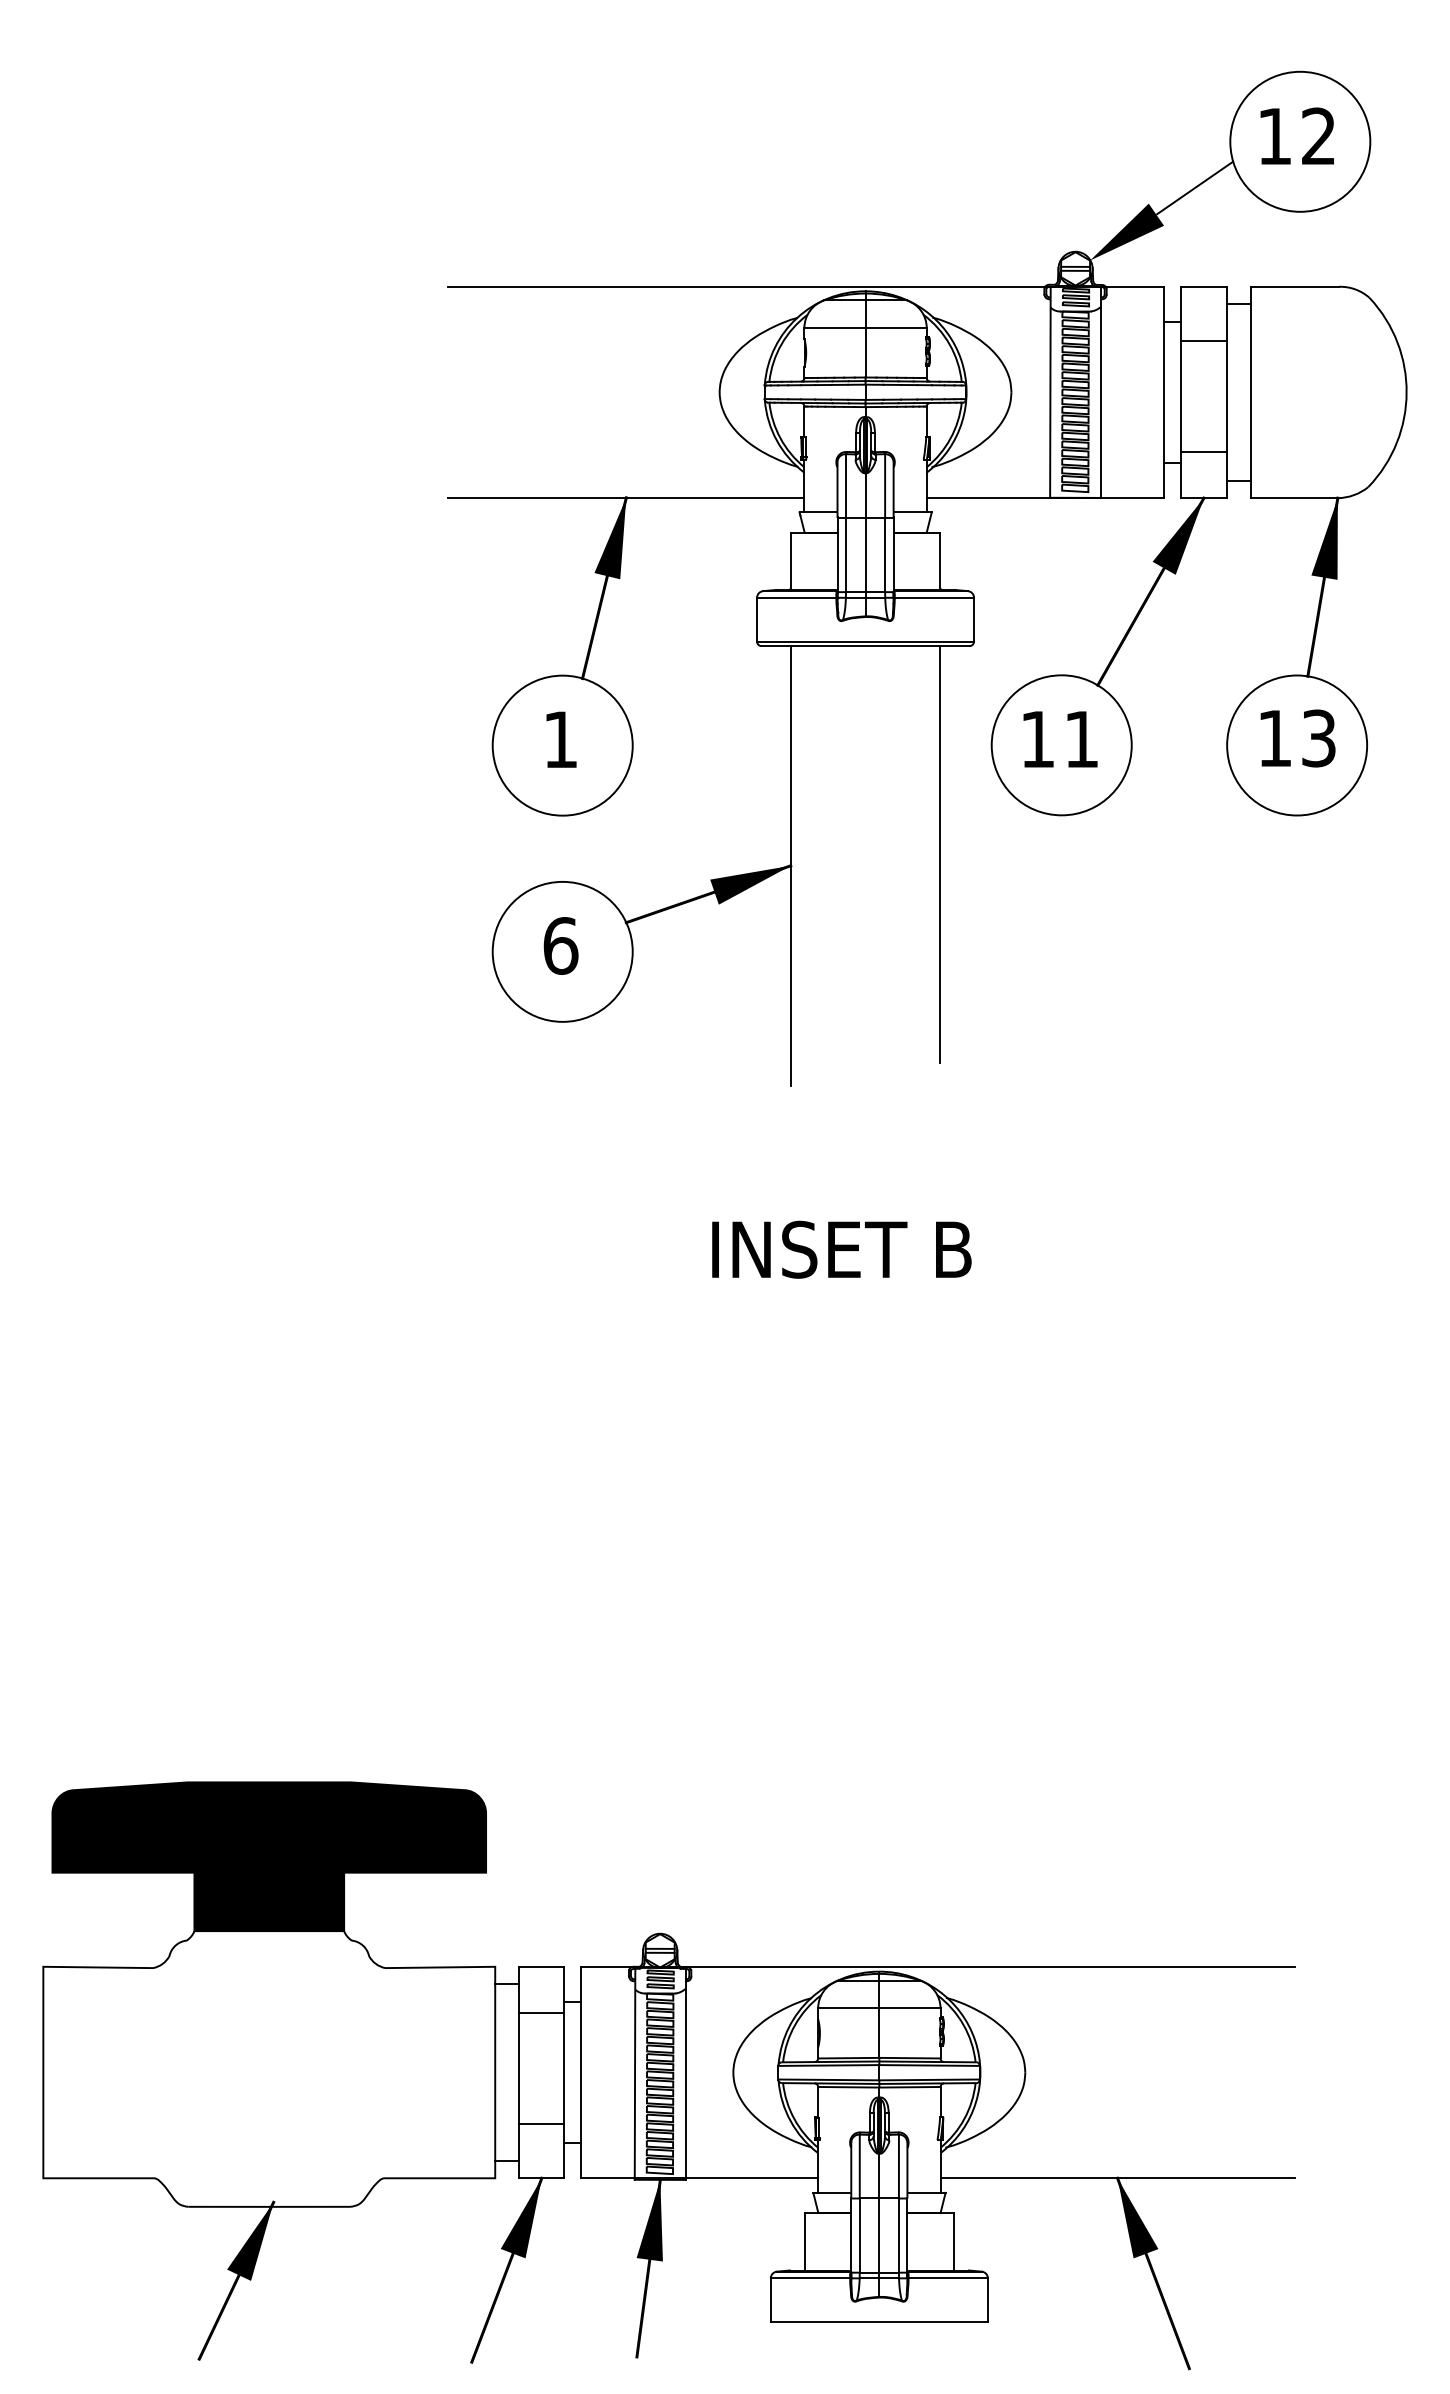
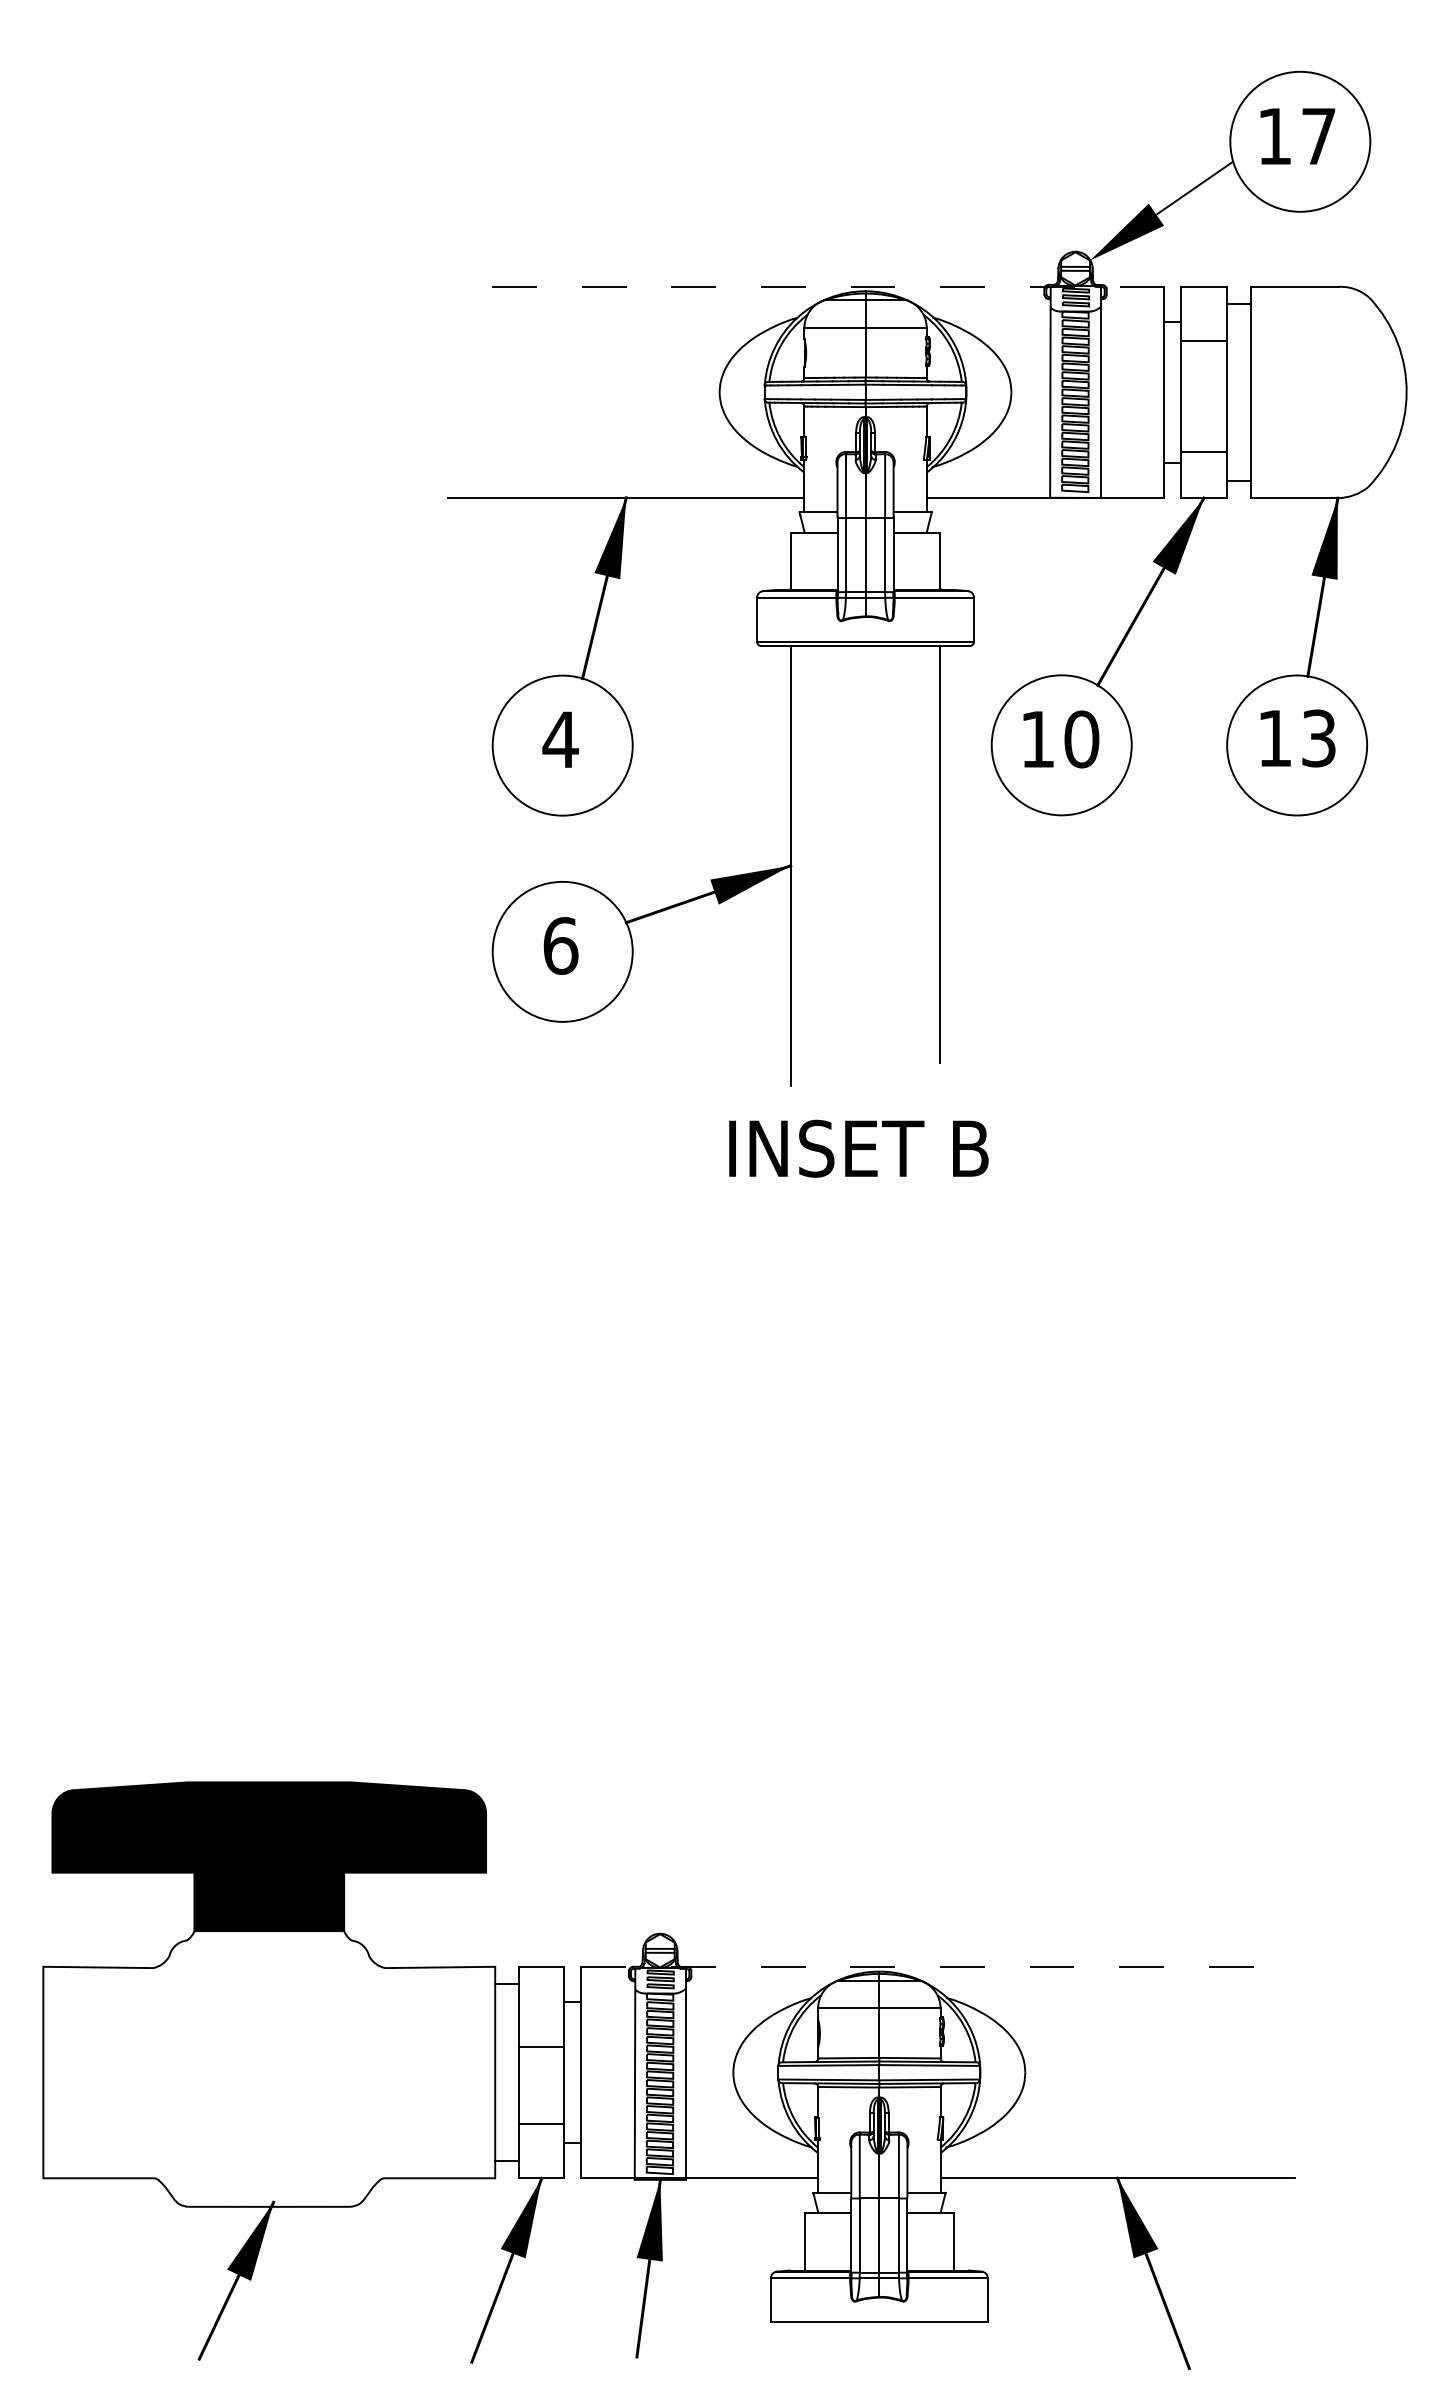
text at (1318, 135): 12 -> 17
line at (805, 286): solid -> dashed
text at (560, 739): 1 -> 4
text at (1081, 739): 11 -> 10
text at (841, 1249) position: (841, 1249) -> (858, 1148)
line at (938, 1967): solid -> dashed
line at (541, 2013) position: (541, 2013) -> (541, 2047)
